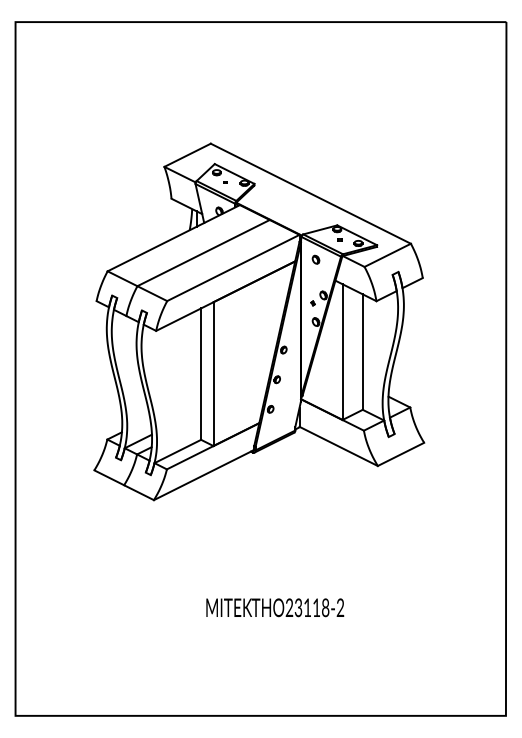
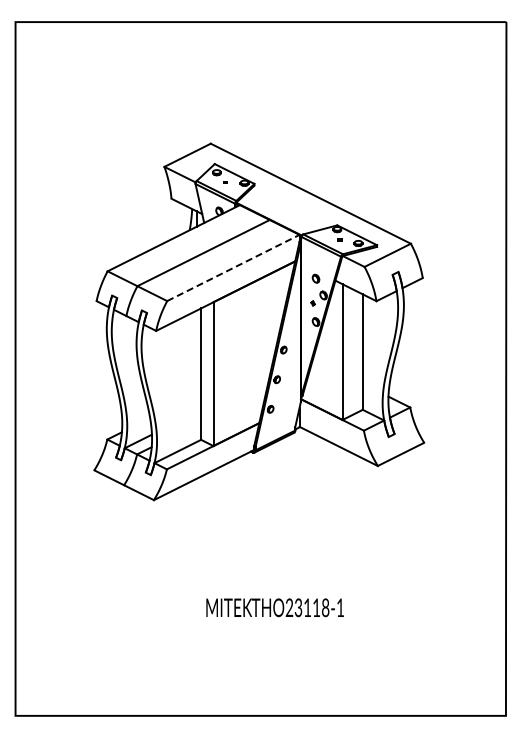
part at (315, 259) position: (315, 259) -> (315, 278)
line at (233, 267): solid -> dashed
text at (340, 607): THO23118-2 -> THO23118-1
